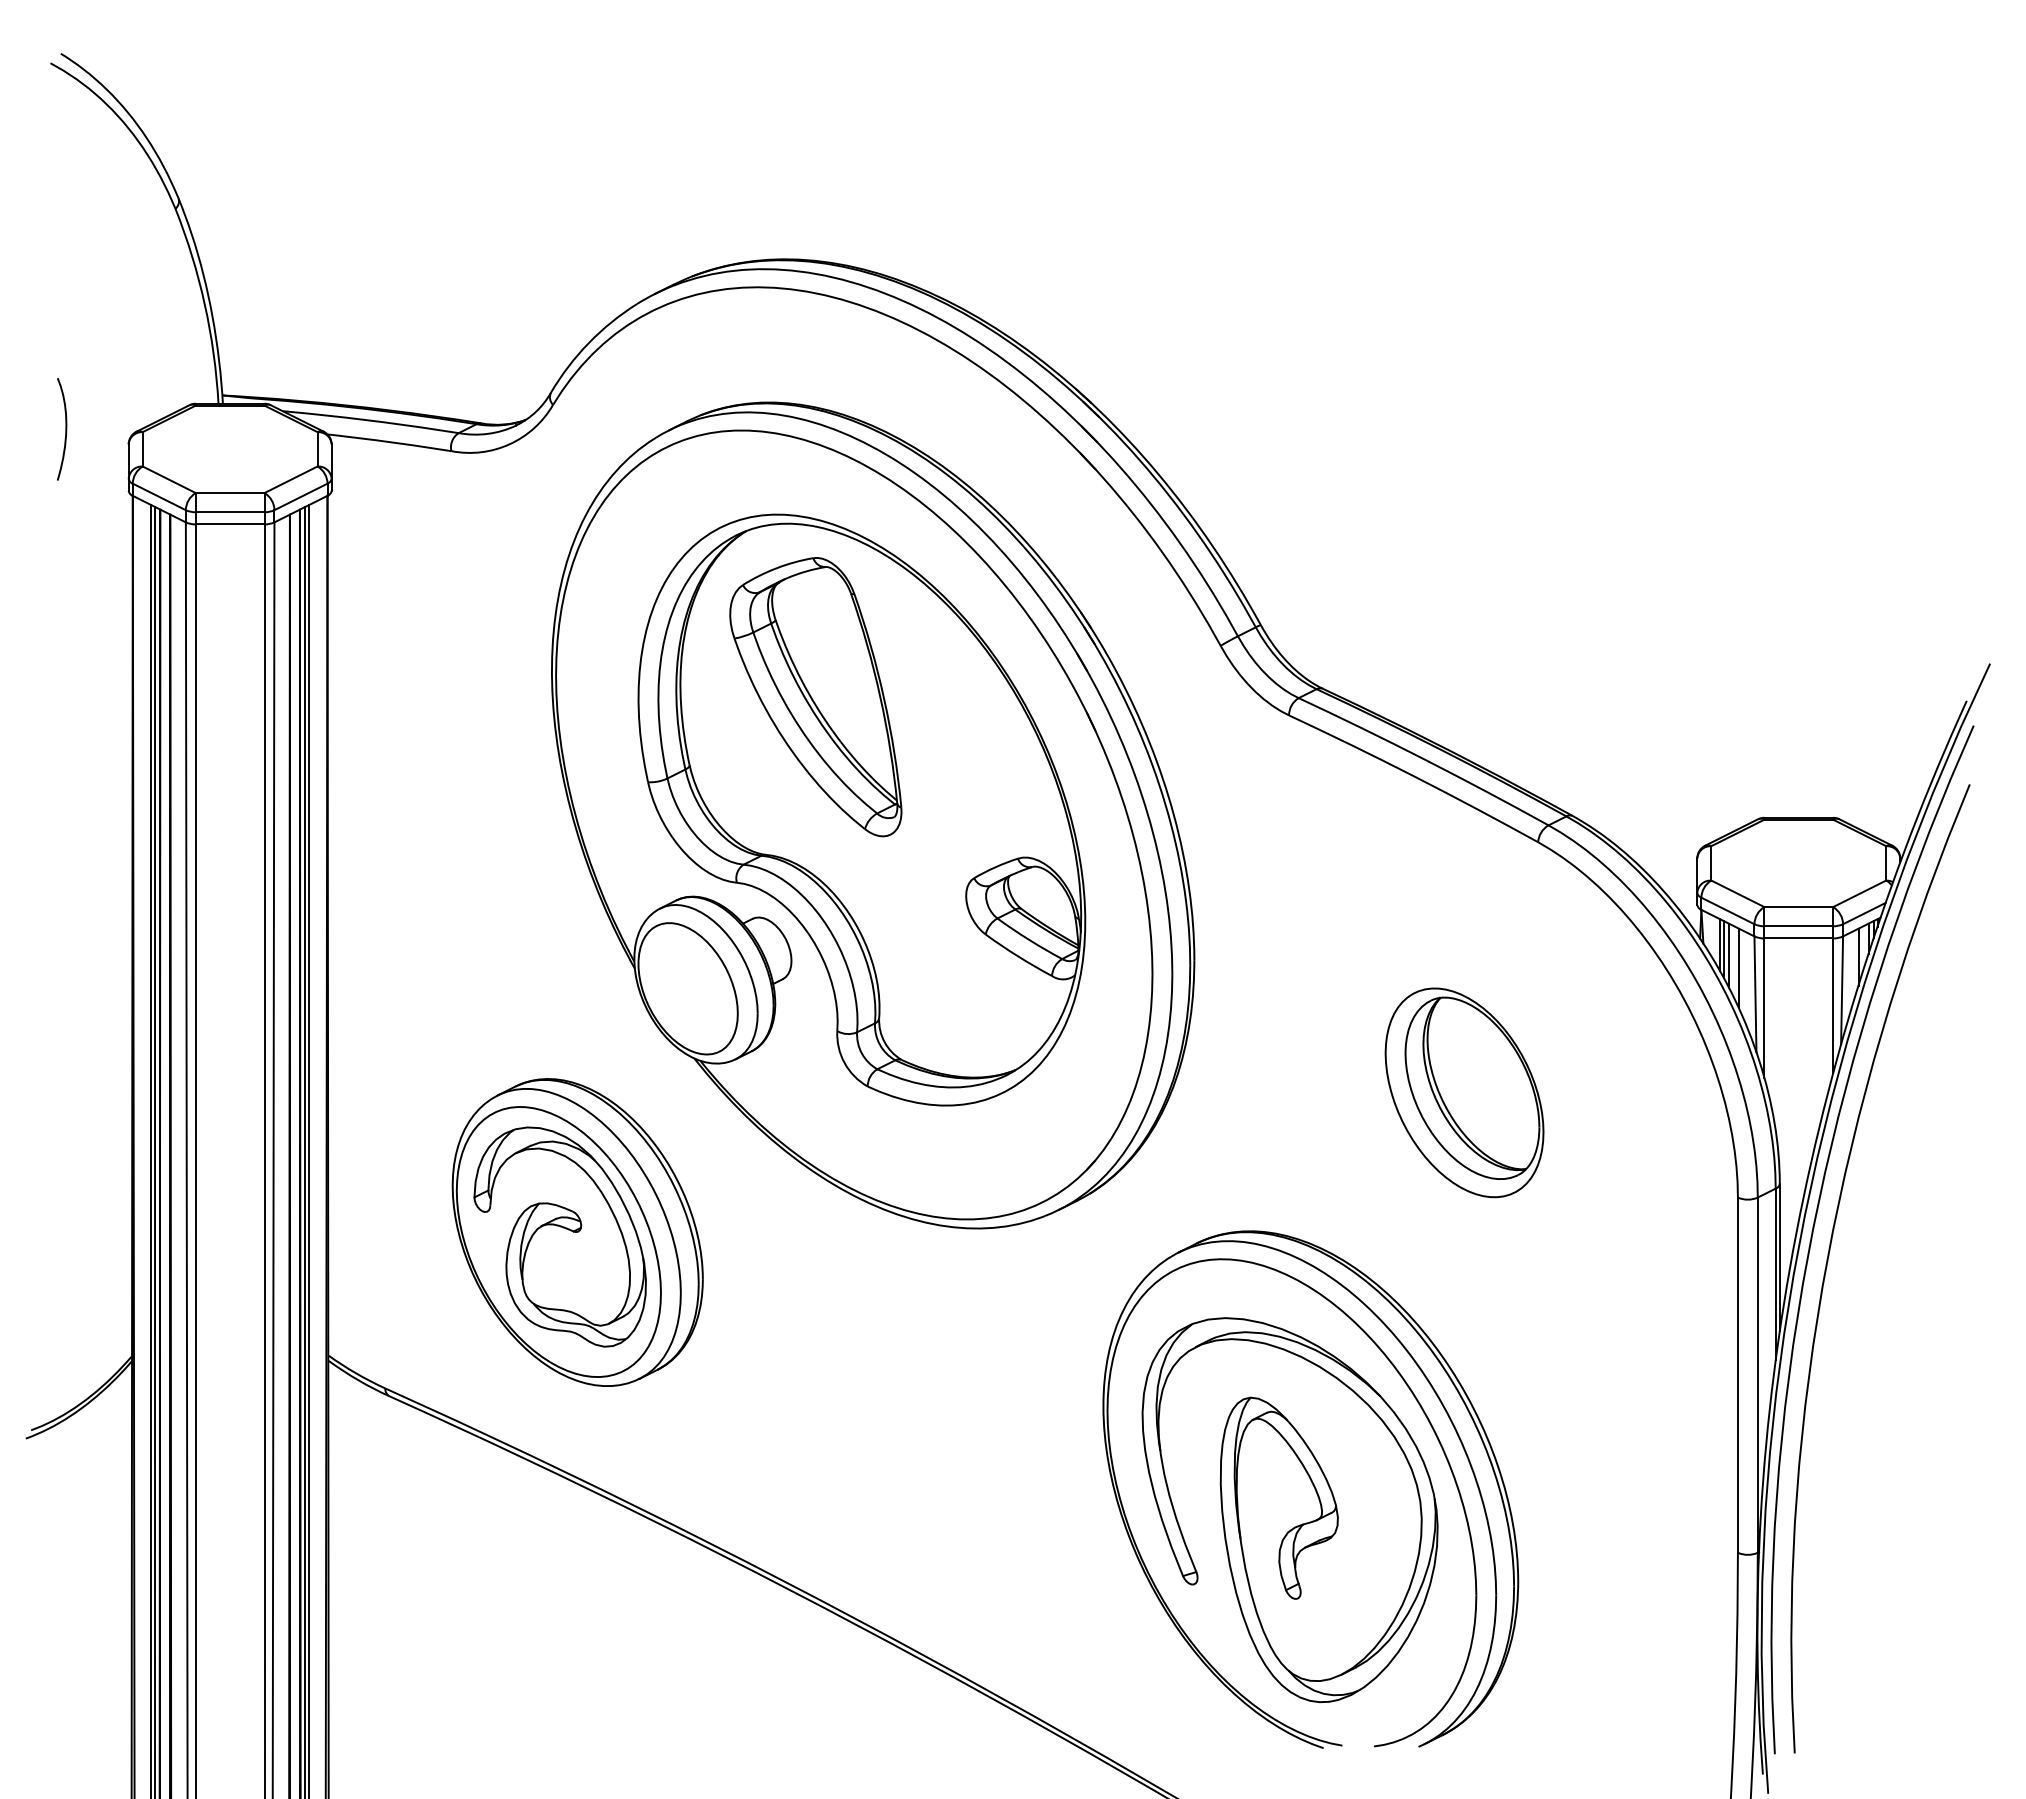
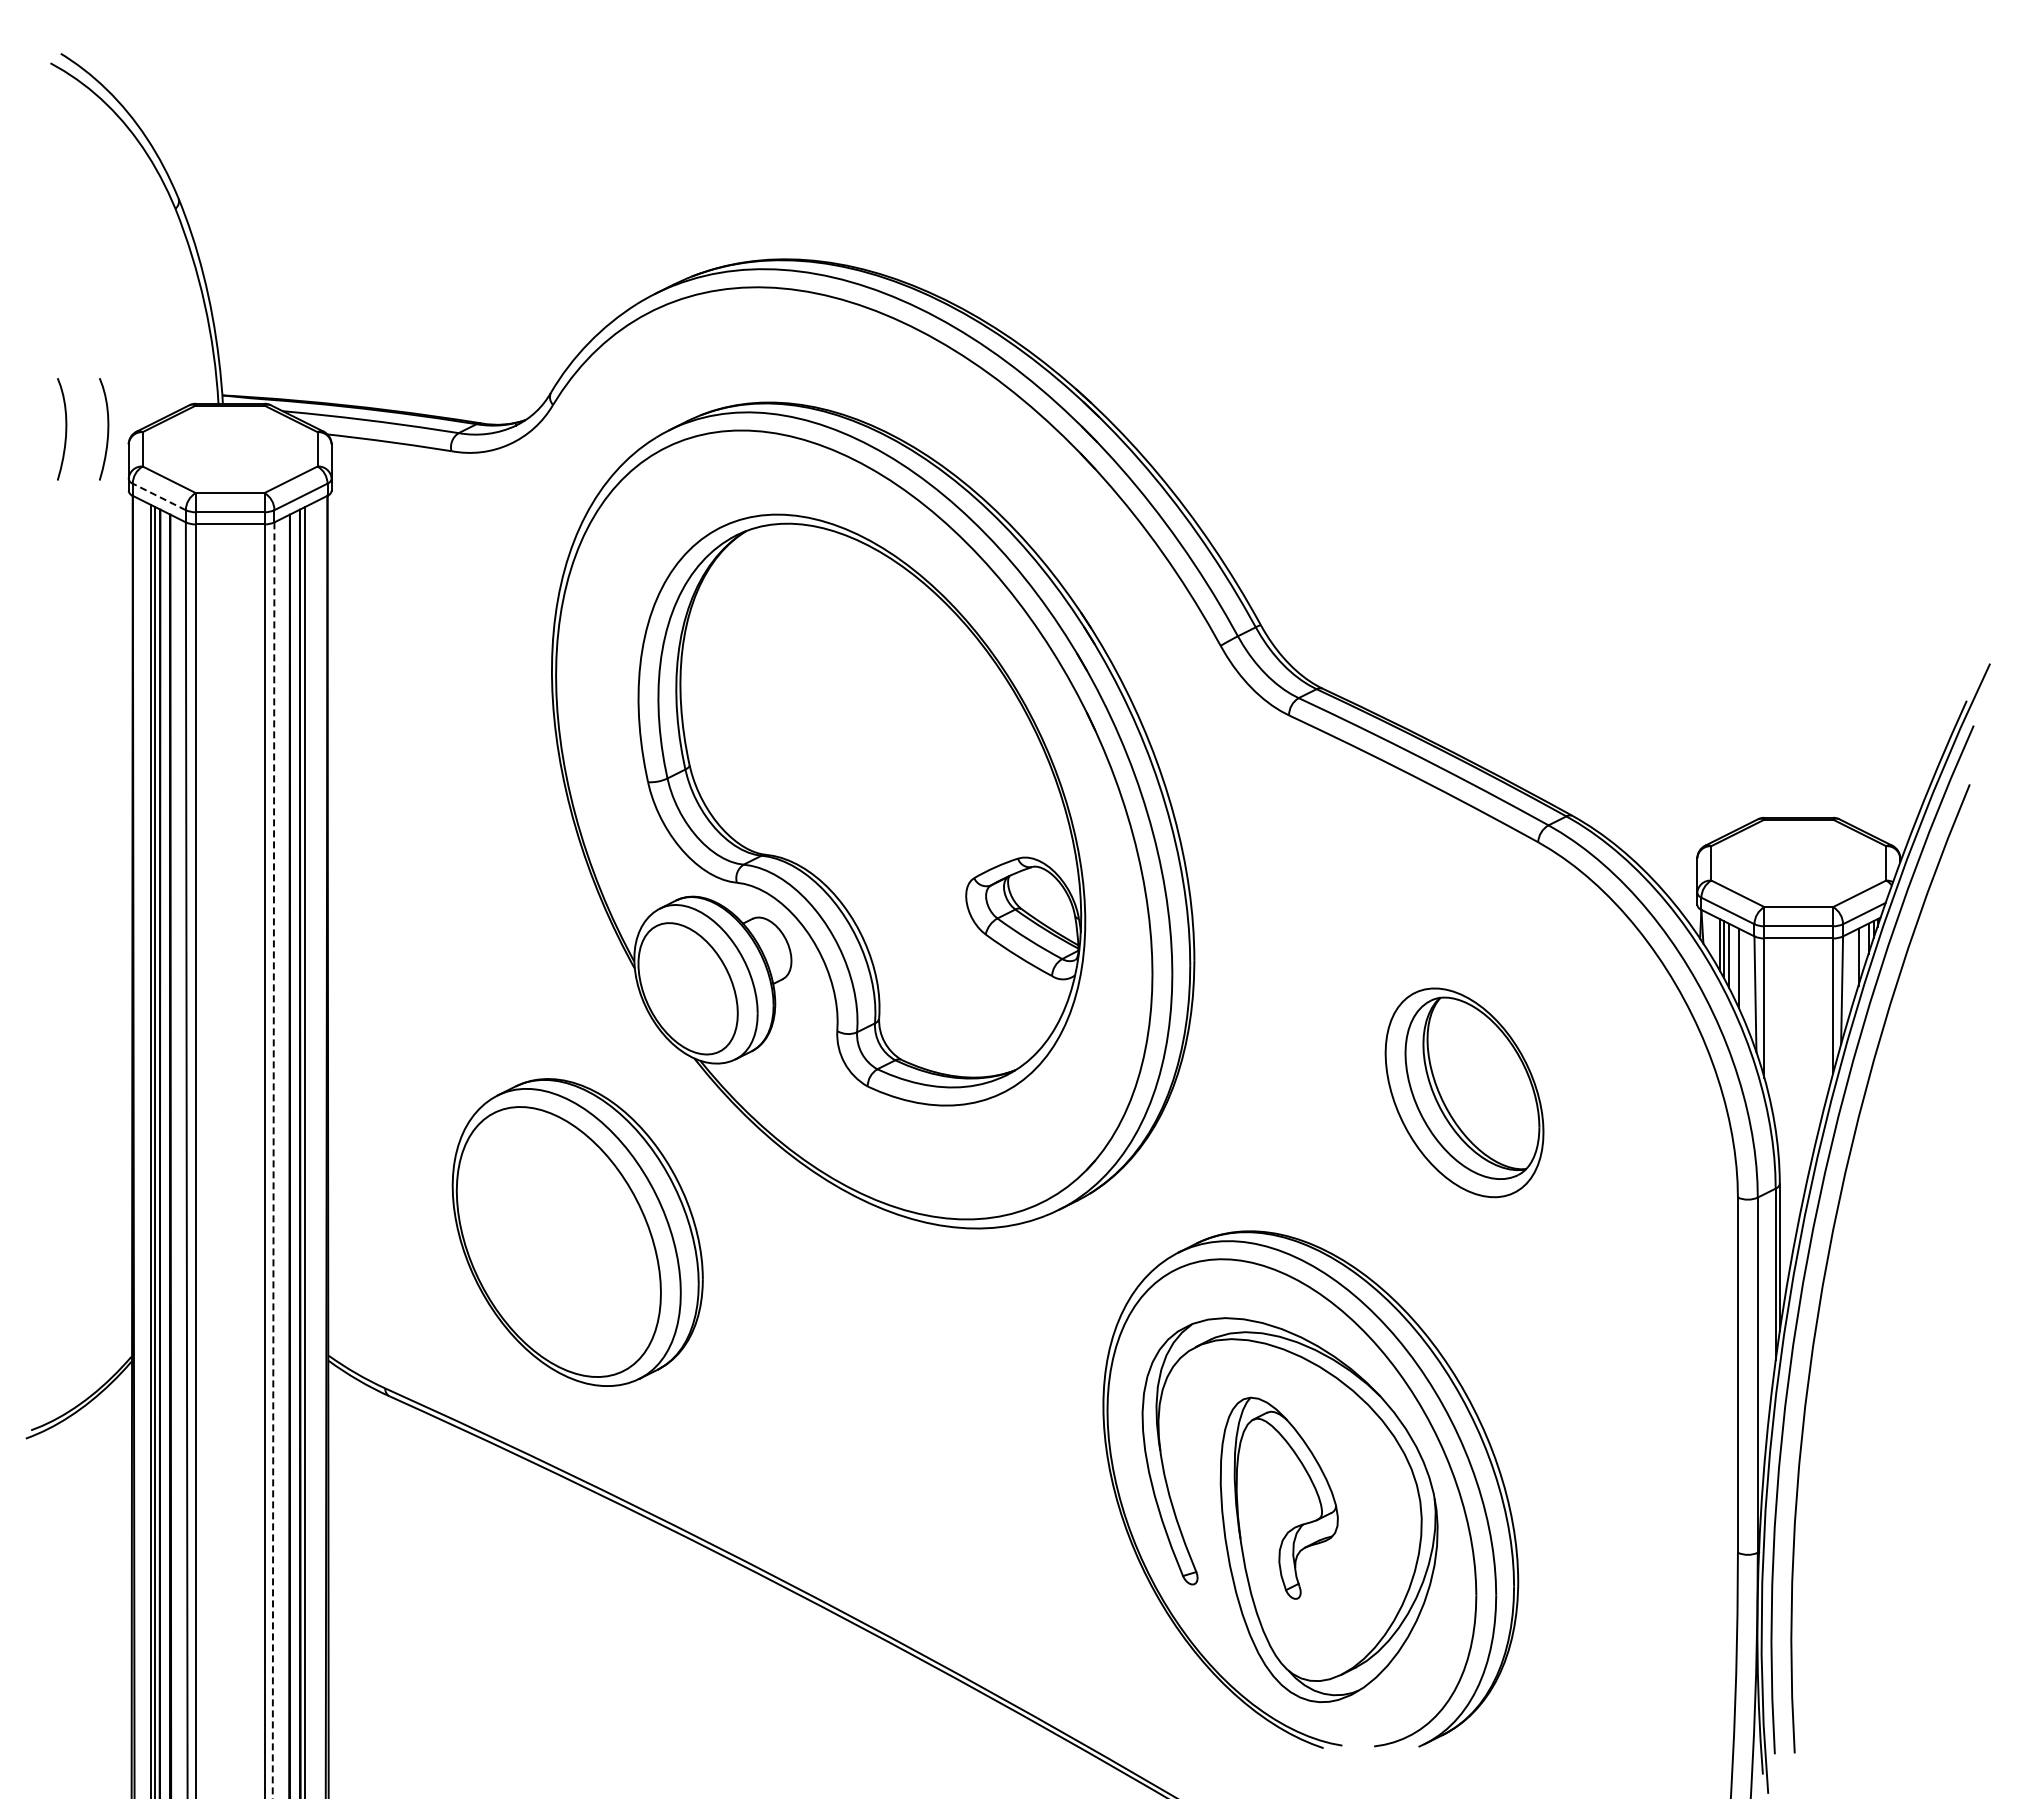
part at (104, 429): none -> present
line at (159, 496): solid -> dashed
part at (815, 697): present -> none
line at (308, 1150): present -> none
line at (273, 1160): solid -> dashed
part at (563, 1228): present -> none
